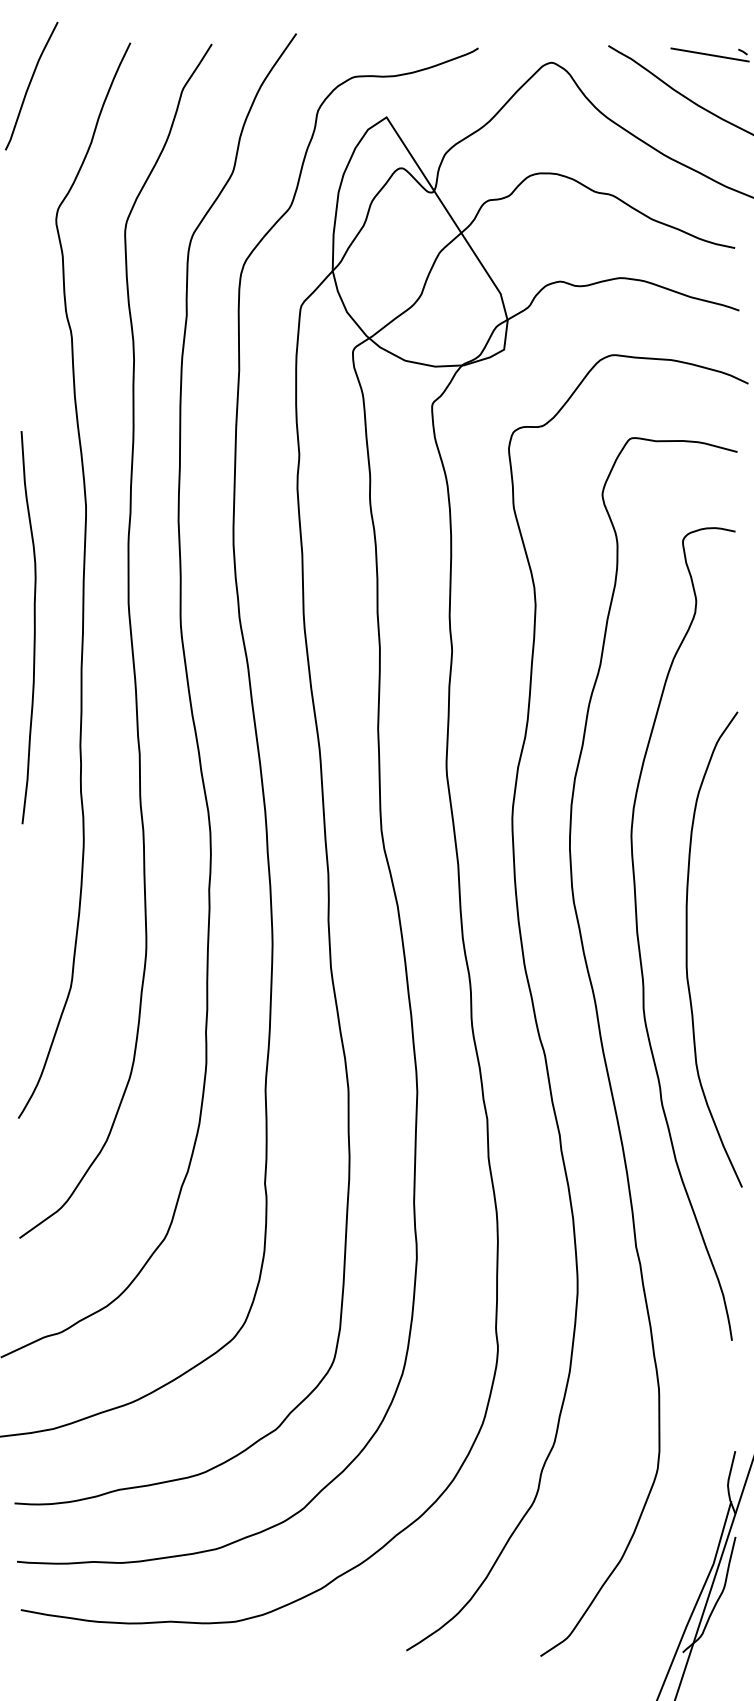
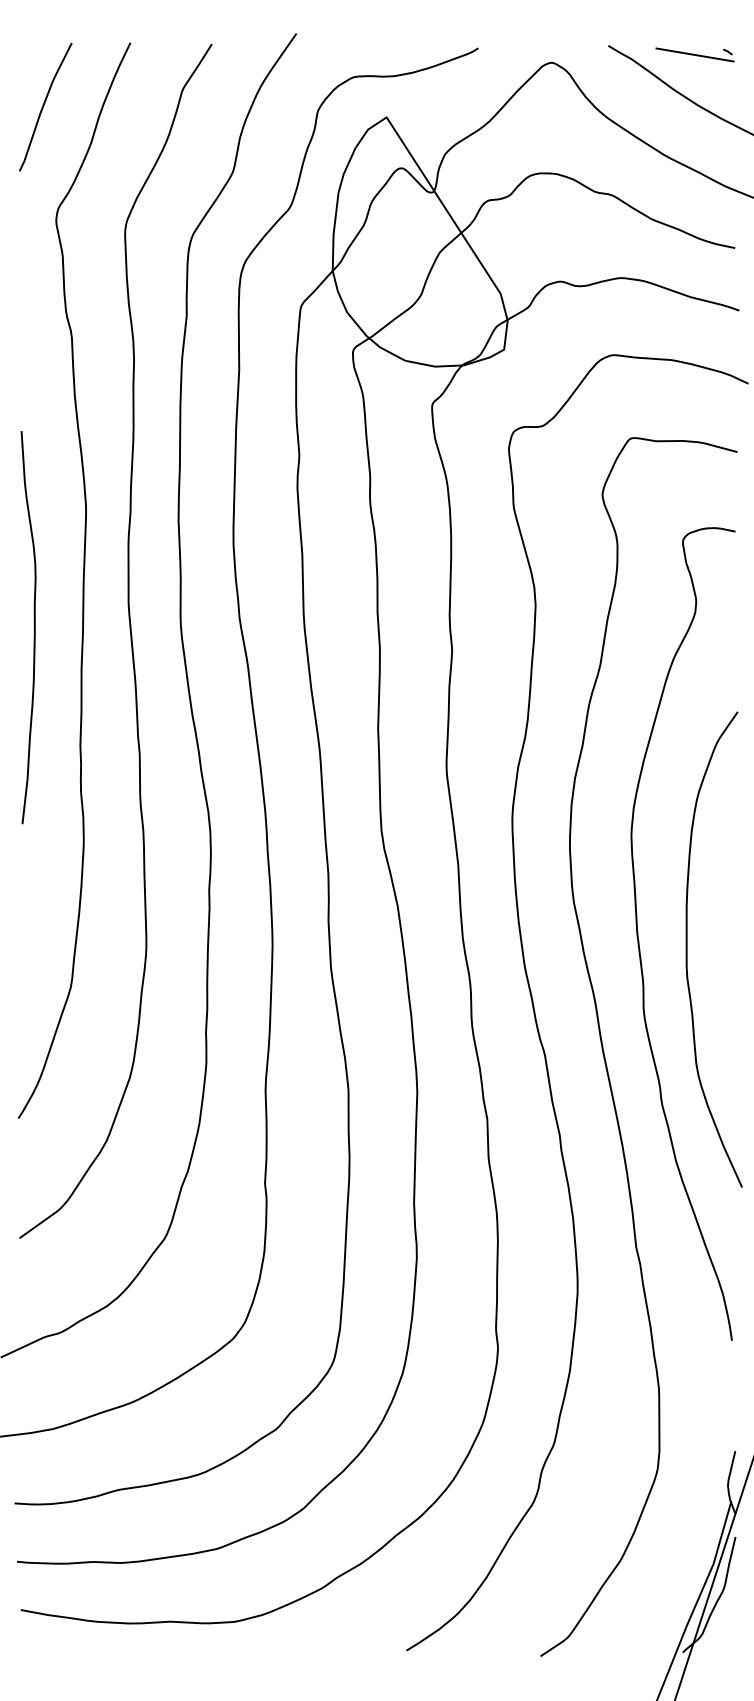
part at (709, 54) position: (709, 54) -> (694, 54)
curve at (30, 85) position: (30, 85) -> (44, 106)
